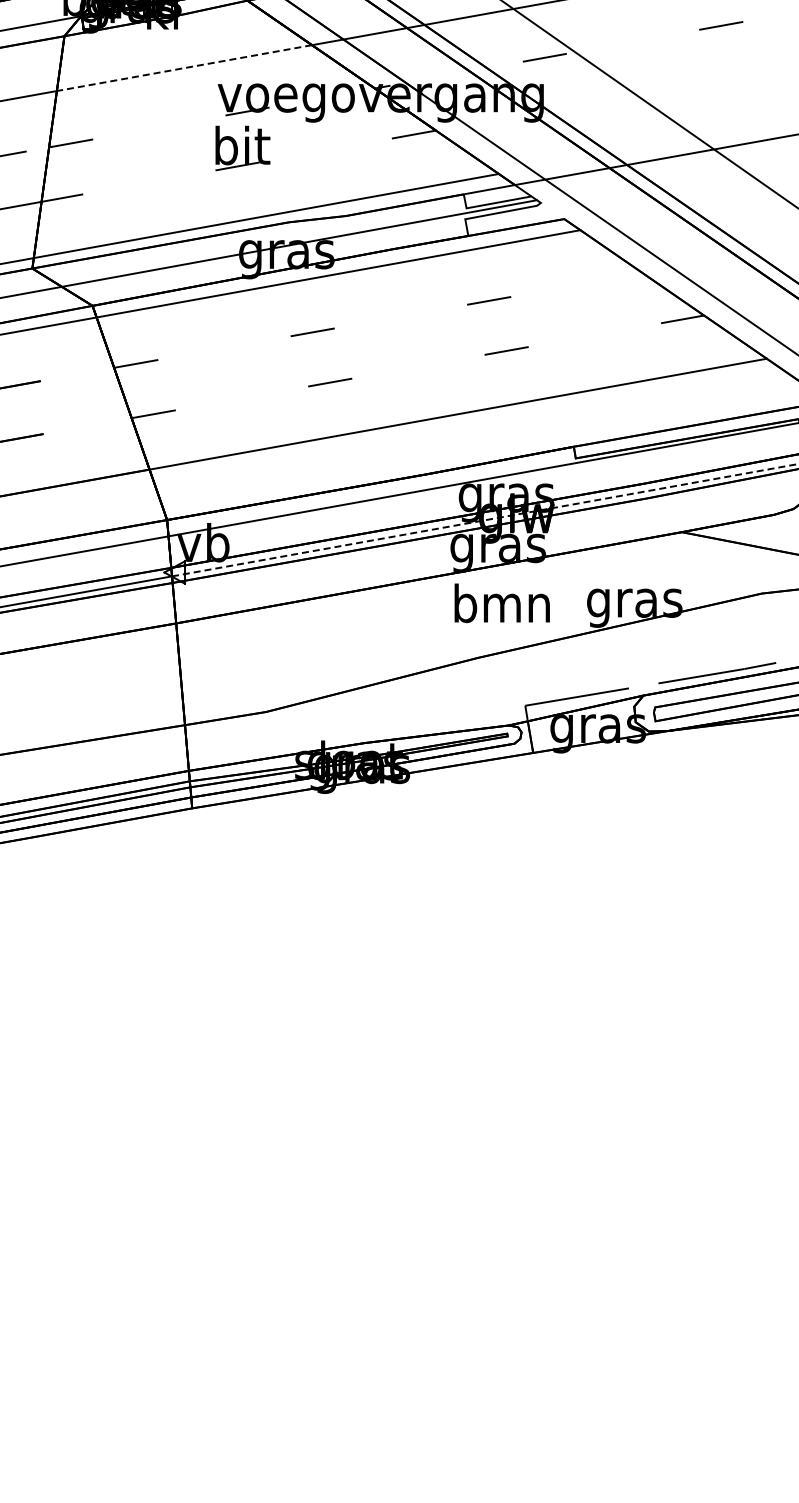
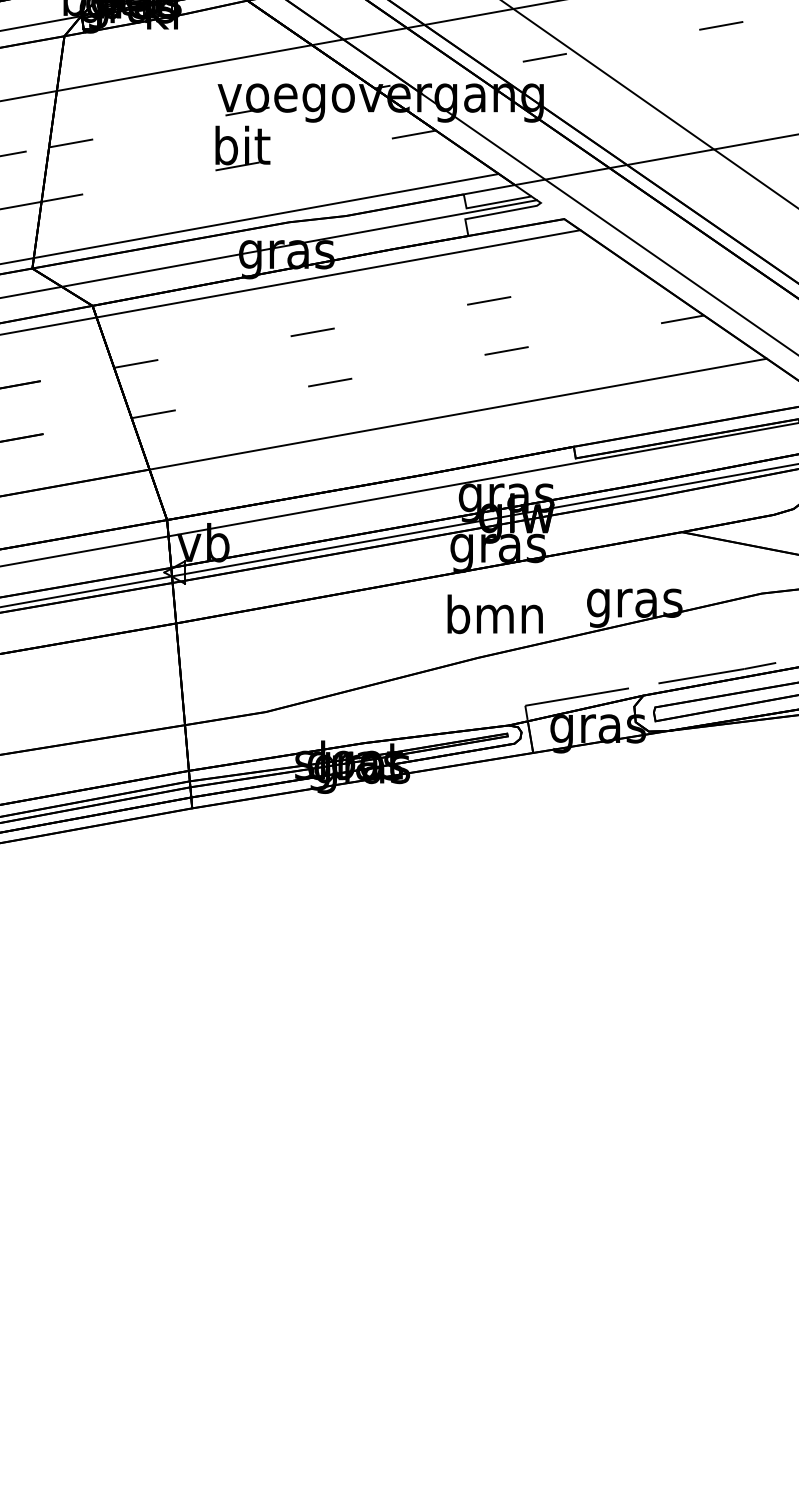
line at (184, 68): dashed -> solid
line at (485, 520): dashed -> solid
text at (501, 603) position: (501, 603) -> (494, 614)
